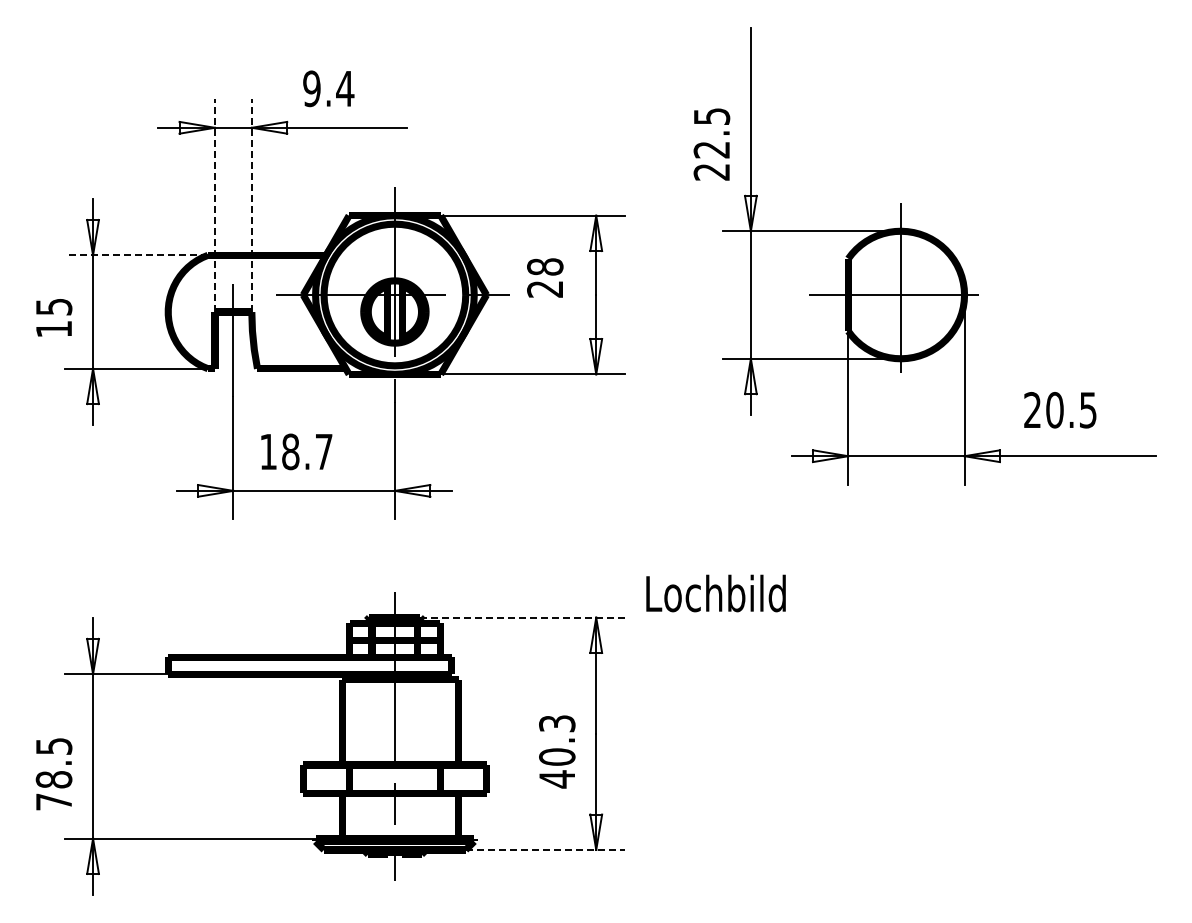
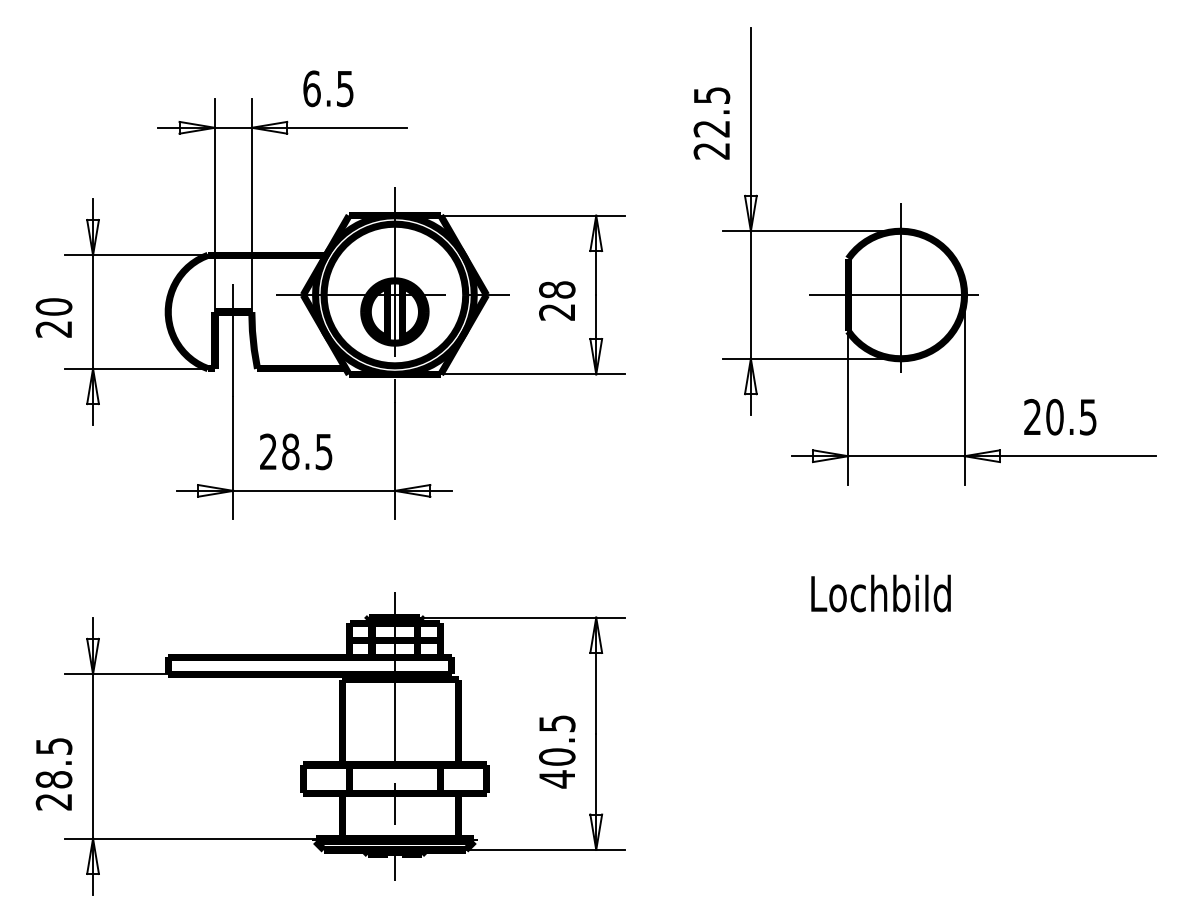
text at (328, 88): 9.4 -> 6.5
text at (711, 144) position: (711, 144) -> (711, 123)
line at (214, 205): dashed -> solid
line at (251, 205): dashed -> solid
line at (136, 255): dashed -> solid
text at (545, 277) position: (545, 277) -> (557, 300)
text at (53, 317): 15 -> 20
text at (1060, 410) position: (1060, 410) -> (1060, 417)
text at (296, 451): 18.7 -> 28.5
text at (715, 593) position: (715, 593) -> (880, 593)
line at (523, 617): dashed -> solid
text at (557, 723): 40.3 -> 40.5
text at (53, 801): 78.5 -> 28.5
line at (545, 849): dashed -> solid
